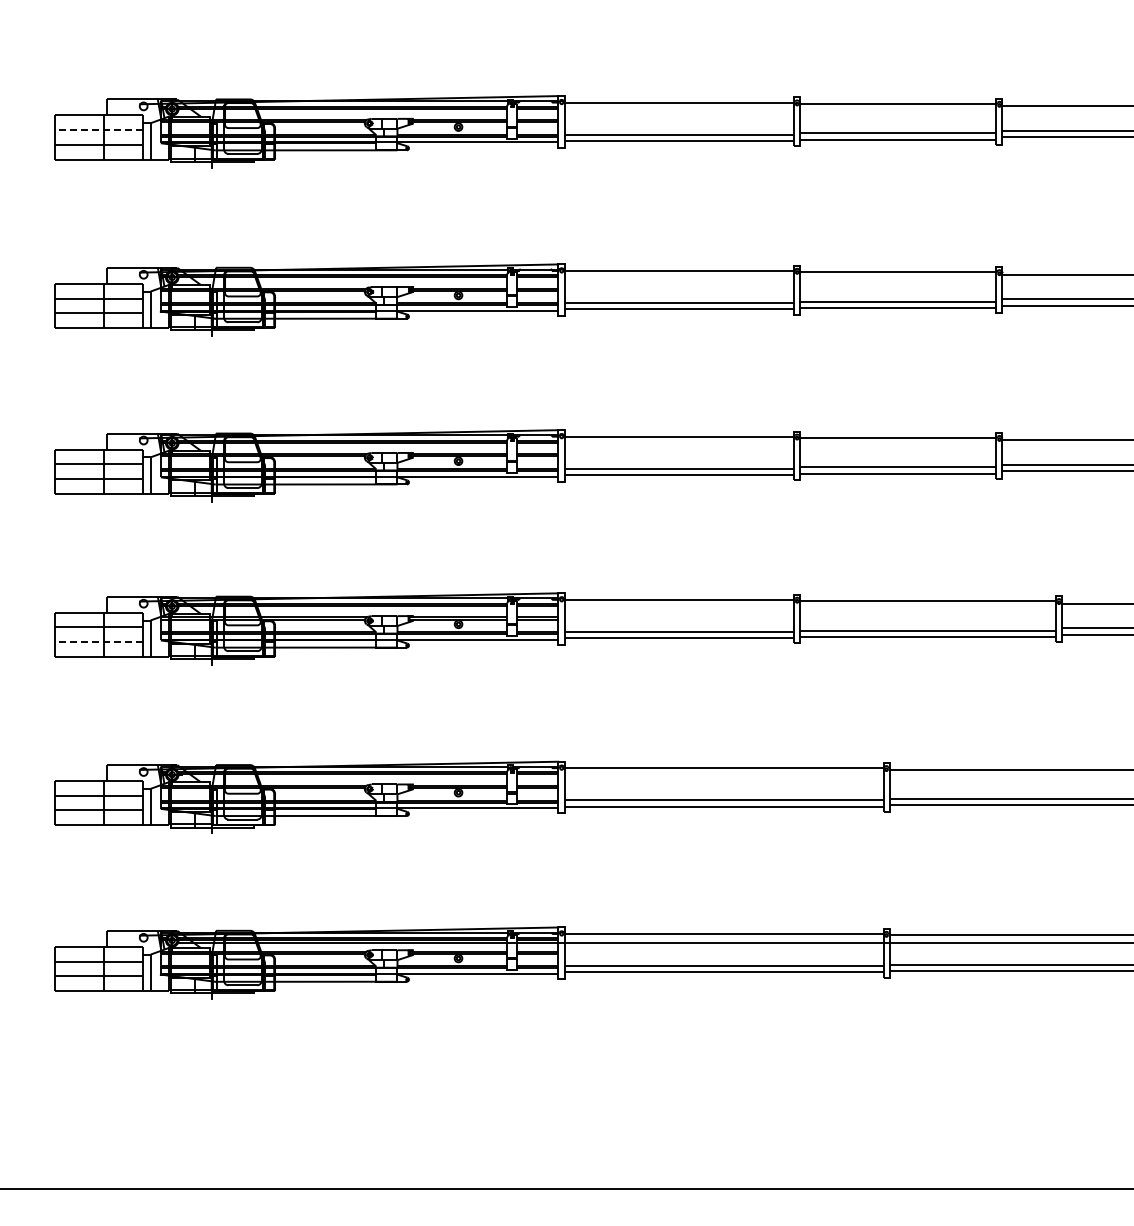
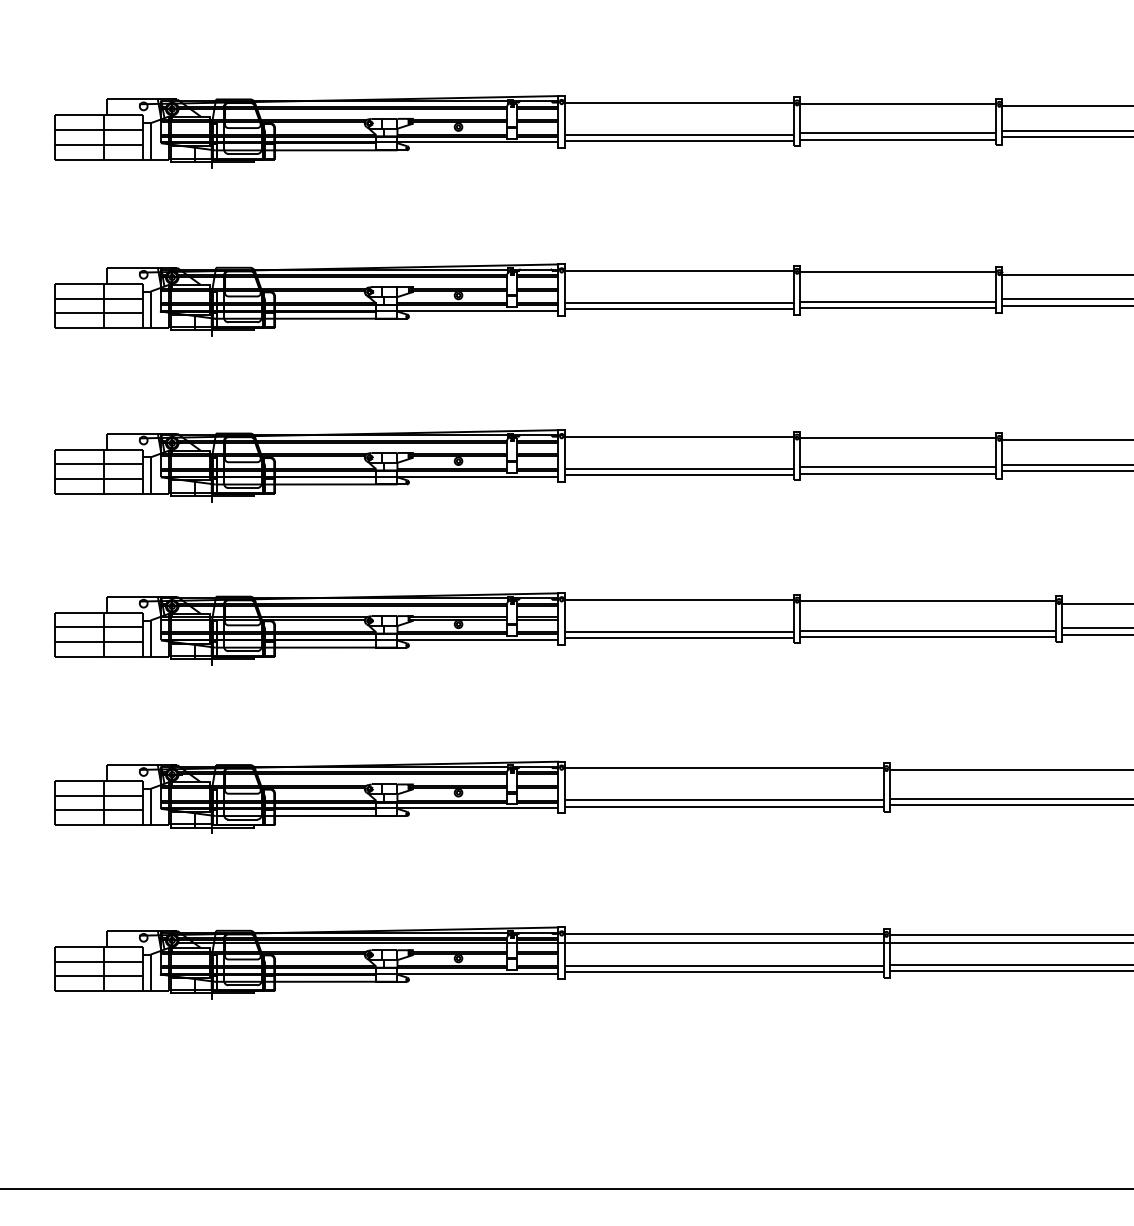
line at (98, 130): dashed -> solid
line at (98, 642): dashed -> solid
